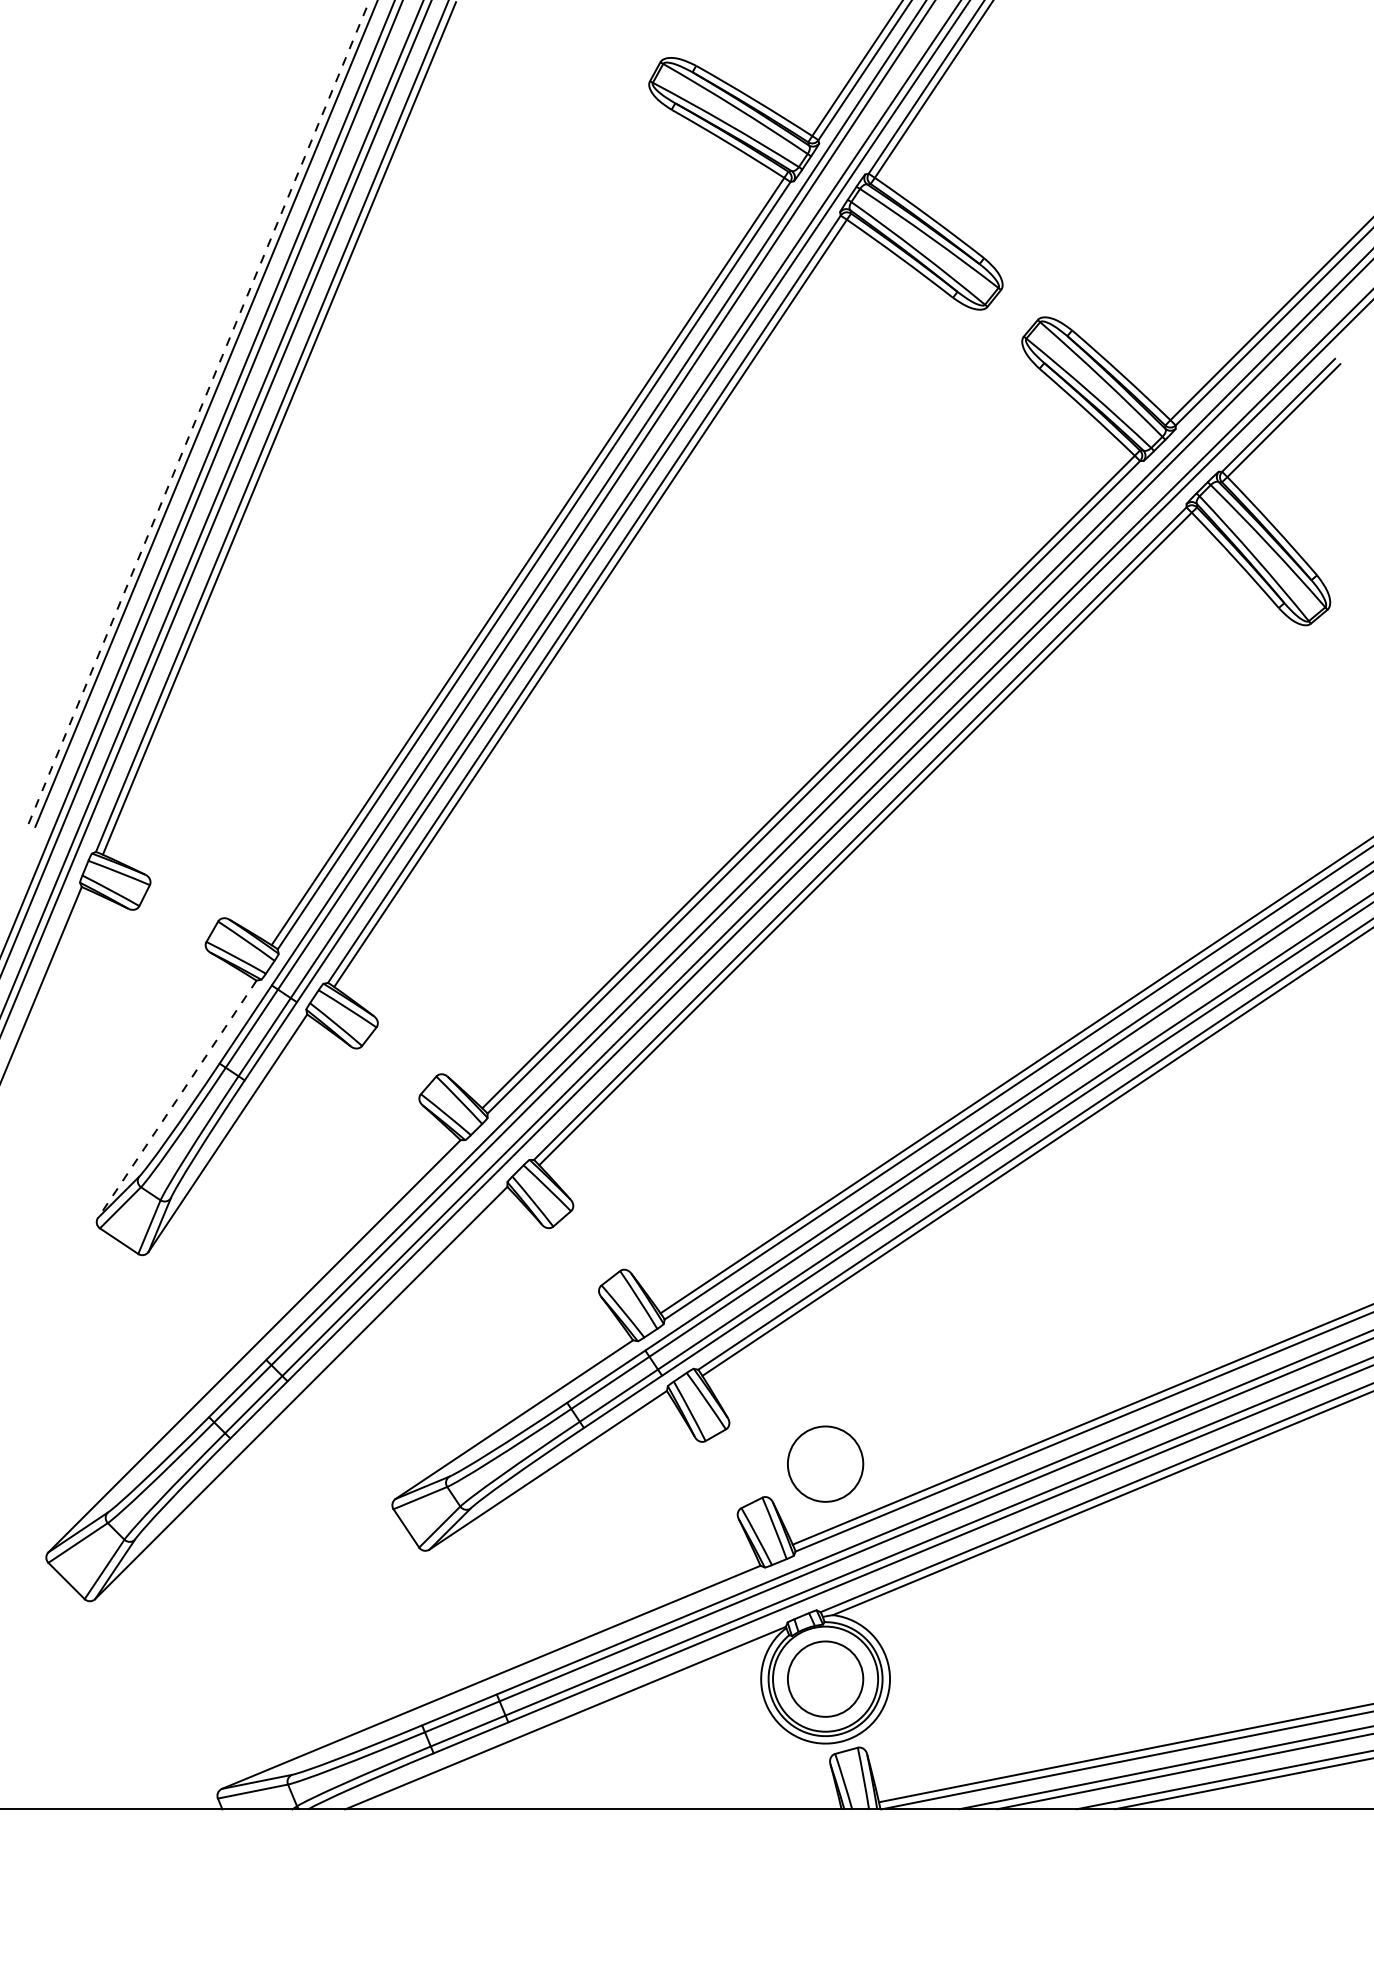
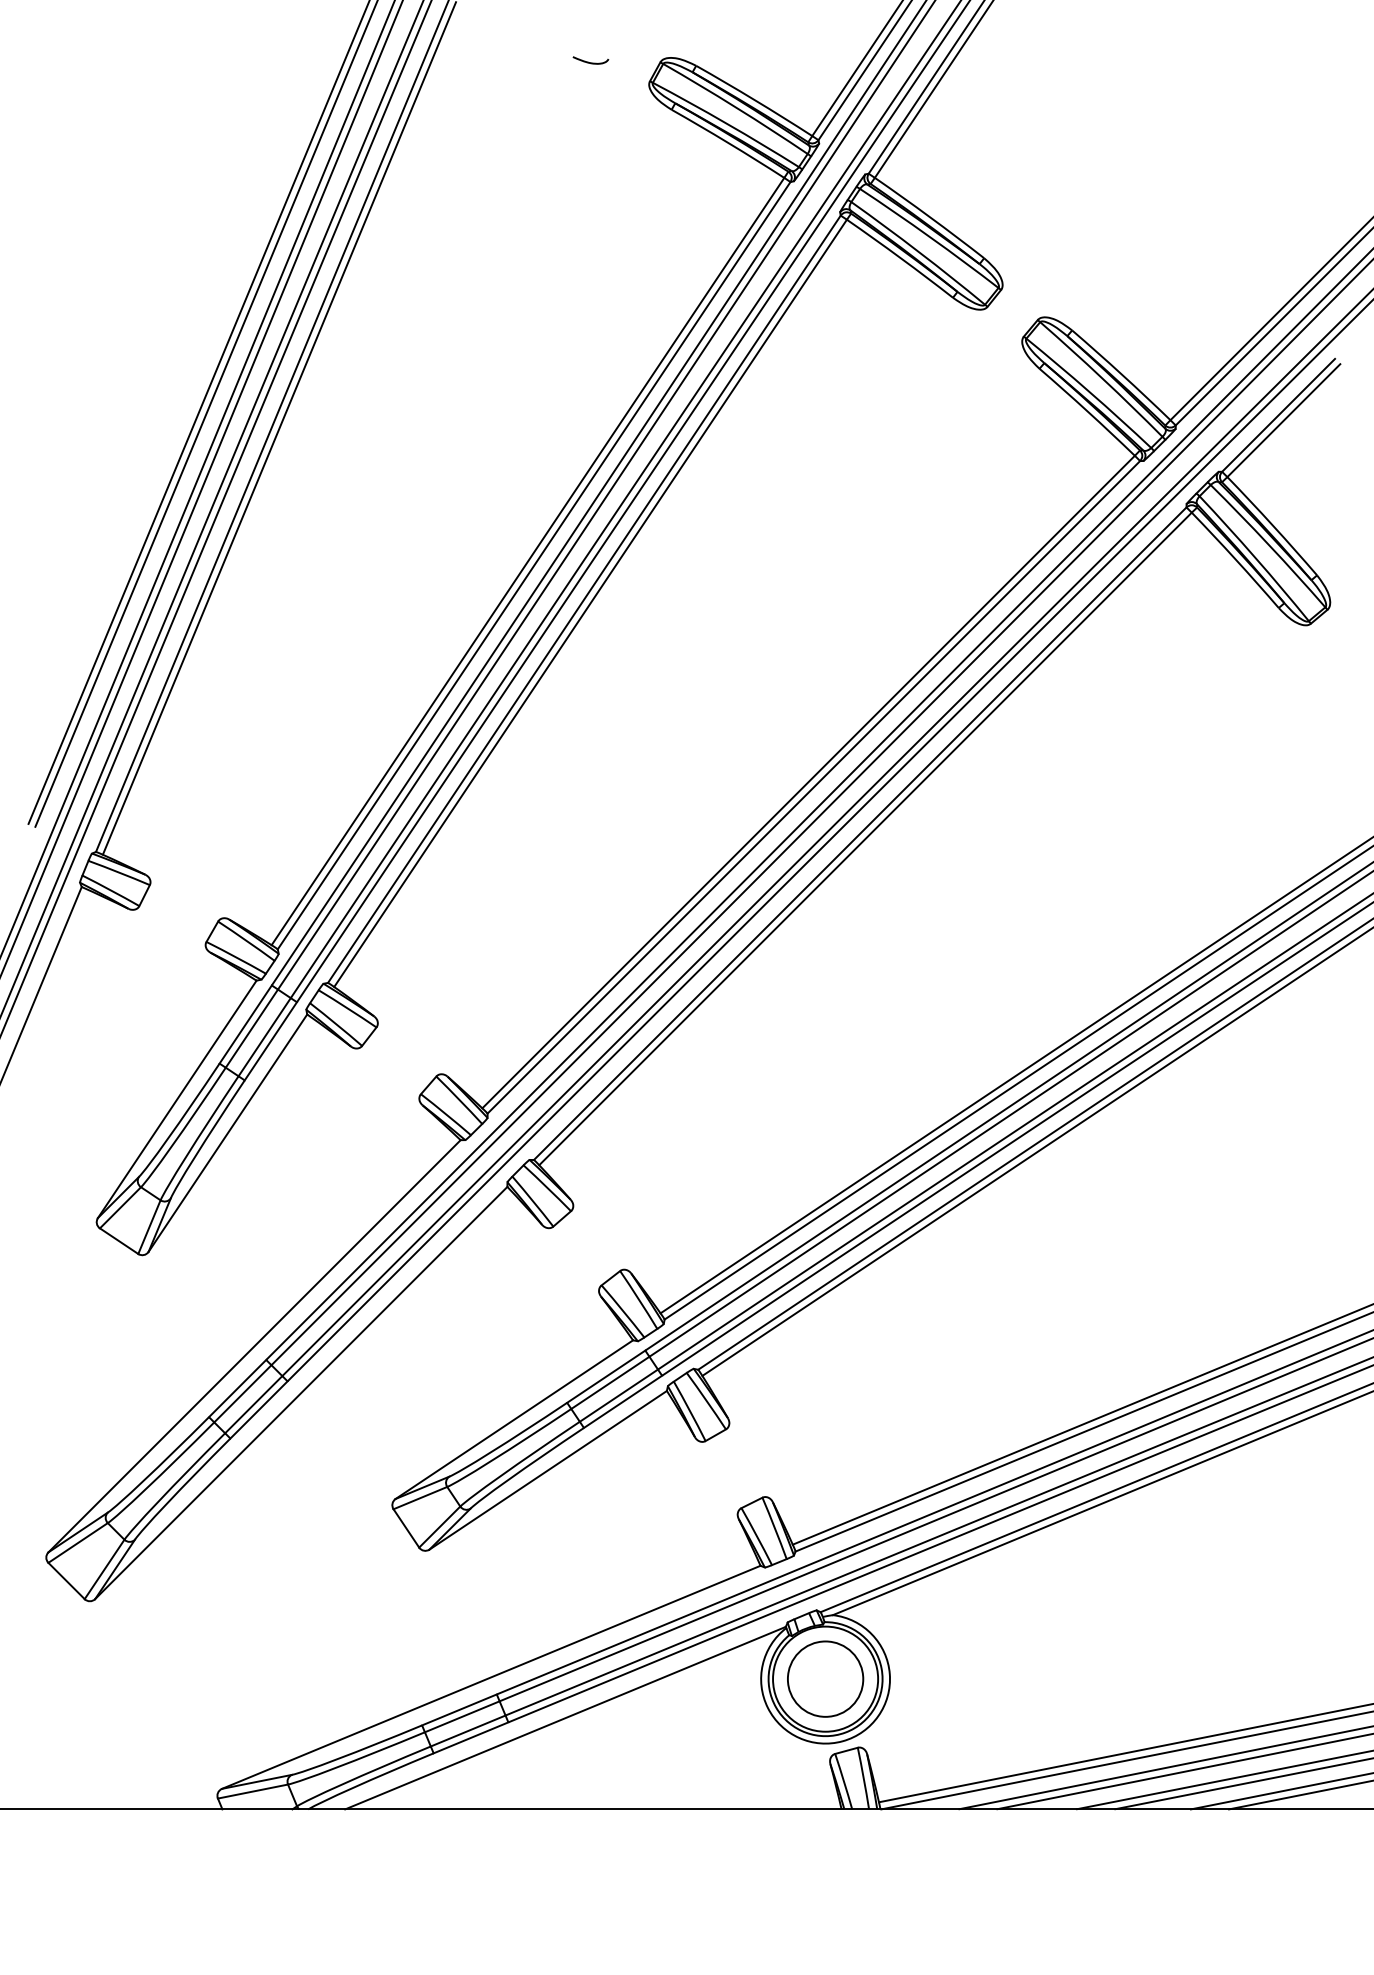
curve at (590, 62): none -> present
line at (199, 412): dashed -> solid
line at (177, 1099): dashed -> solid
circle at (825, 1463): present -> none
line at (1280, 1791): none -> present
line at (1299, 1795): none -> present
